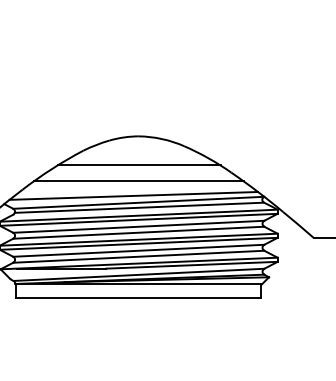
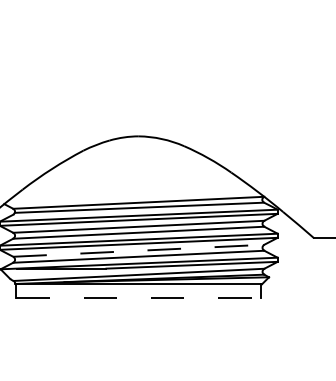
line at (138, 165): present -> none
line at (138, 181): present -> none
line at (133, 195): present -> none
line at (138, 250): solid -> dashed
line at (139, 297): solid -> dashed
